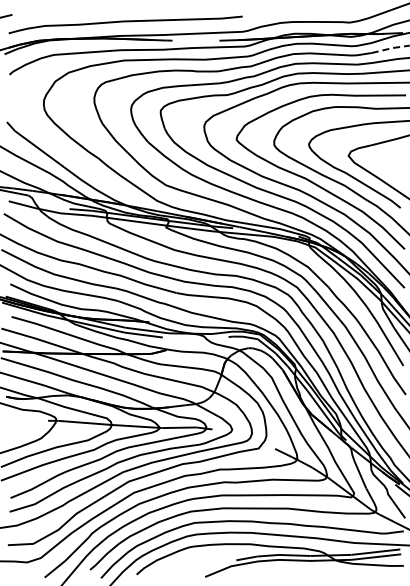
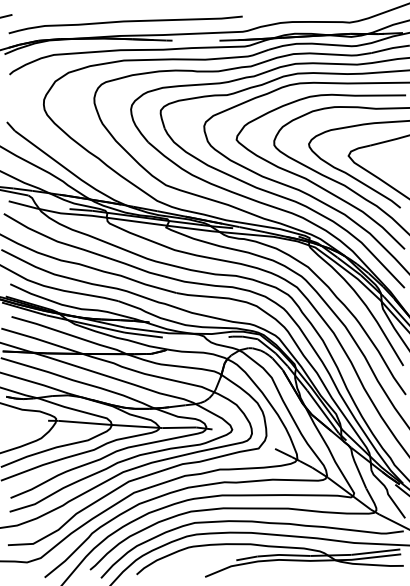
line at (391, 48): dashed -> solid
